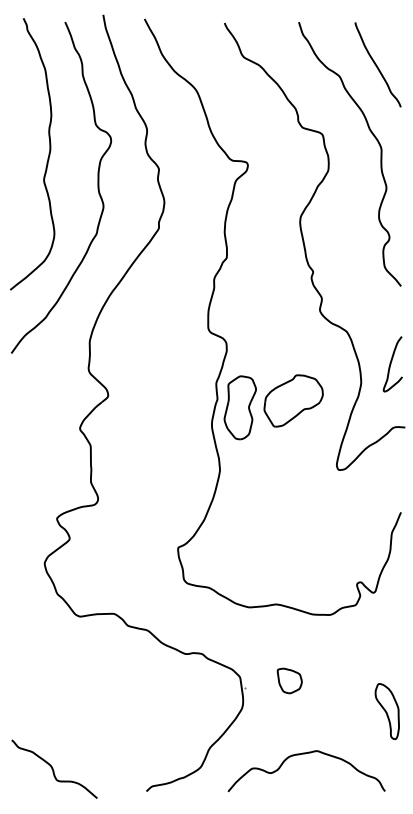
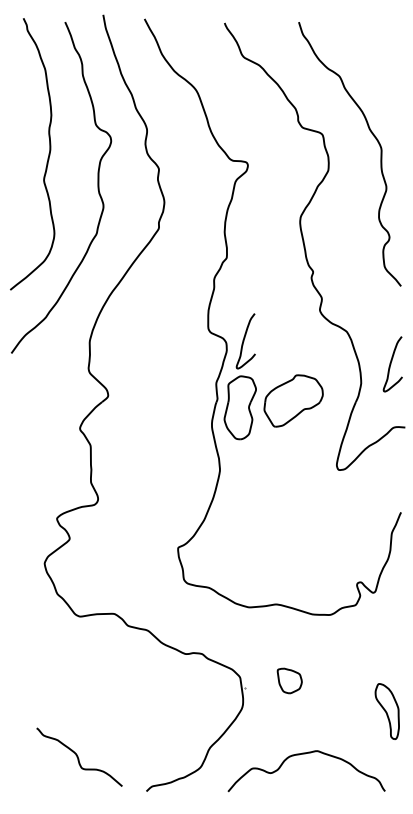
curve at (376, 64): present -> none
curve at (244, 341): none -> present
curve at (53, 768) position: (53, 768) -> (78, 756)
